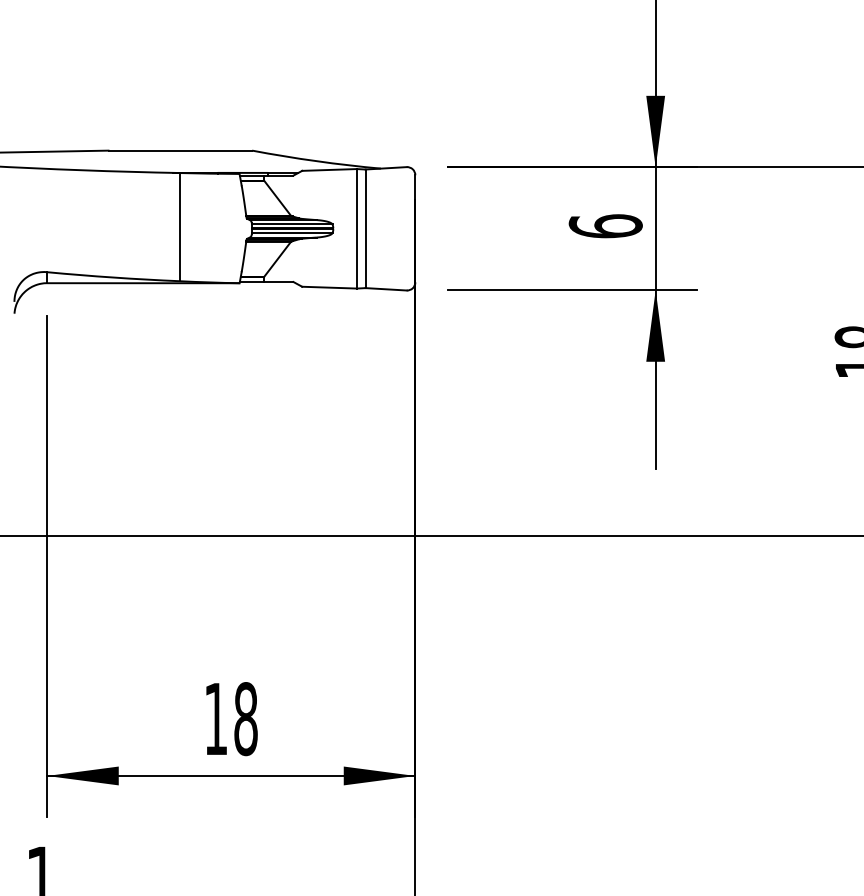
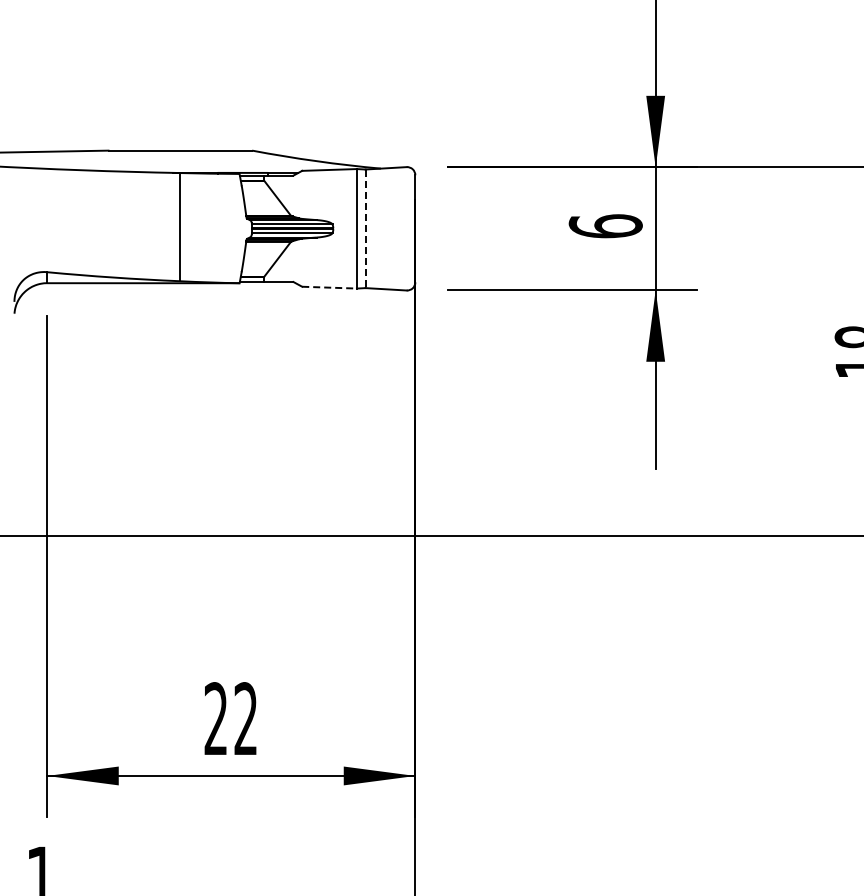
line at (365, 229): solid -> dashed
line at (330, 287): solid -> dashed
text at (230, 719): 18 -> 22
